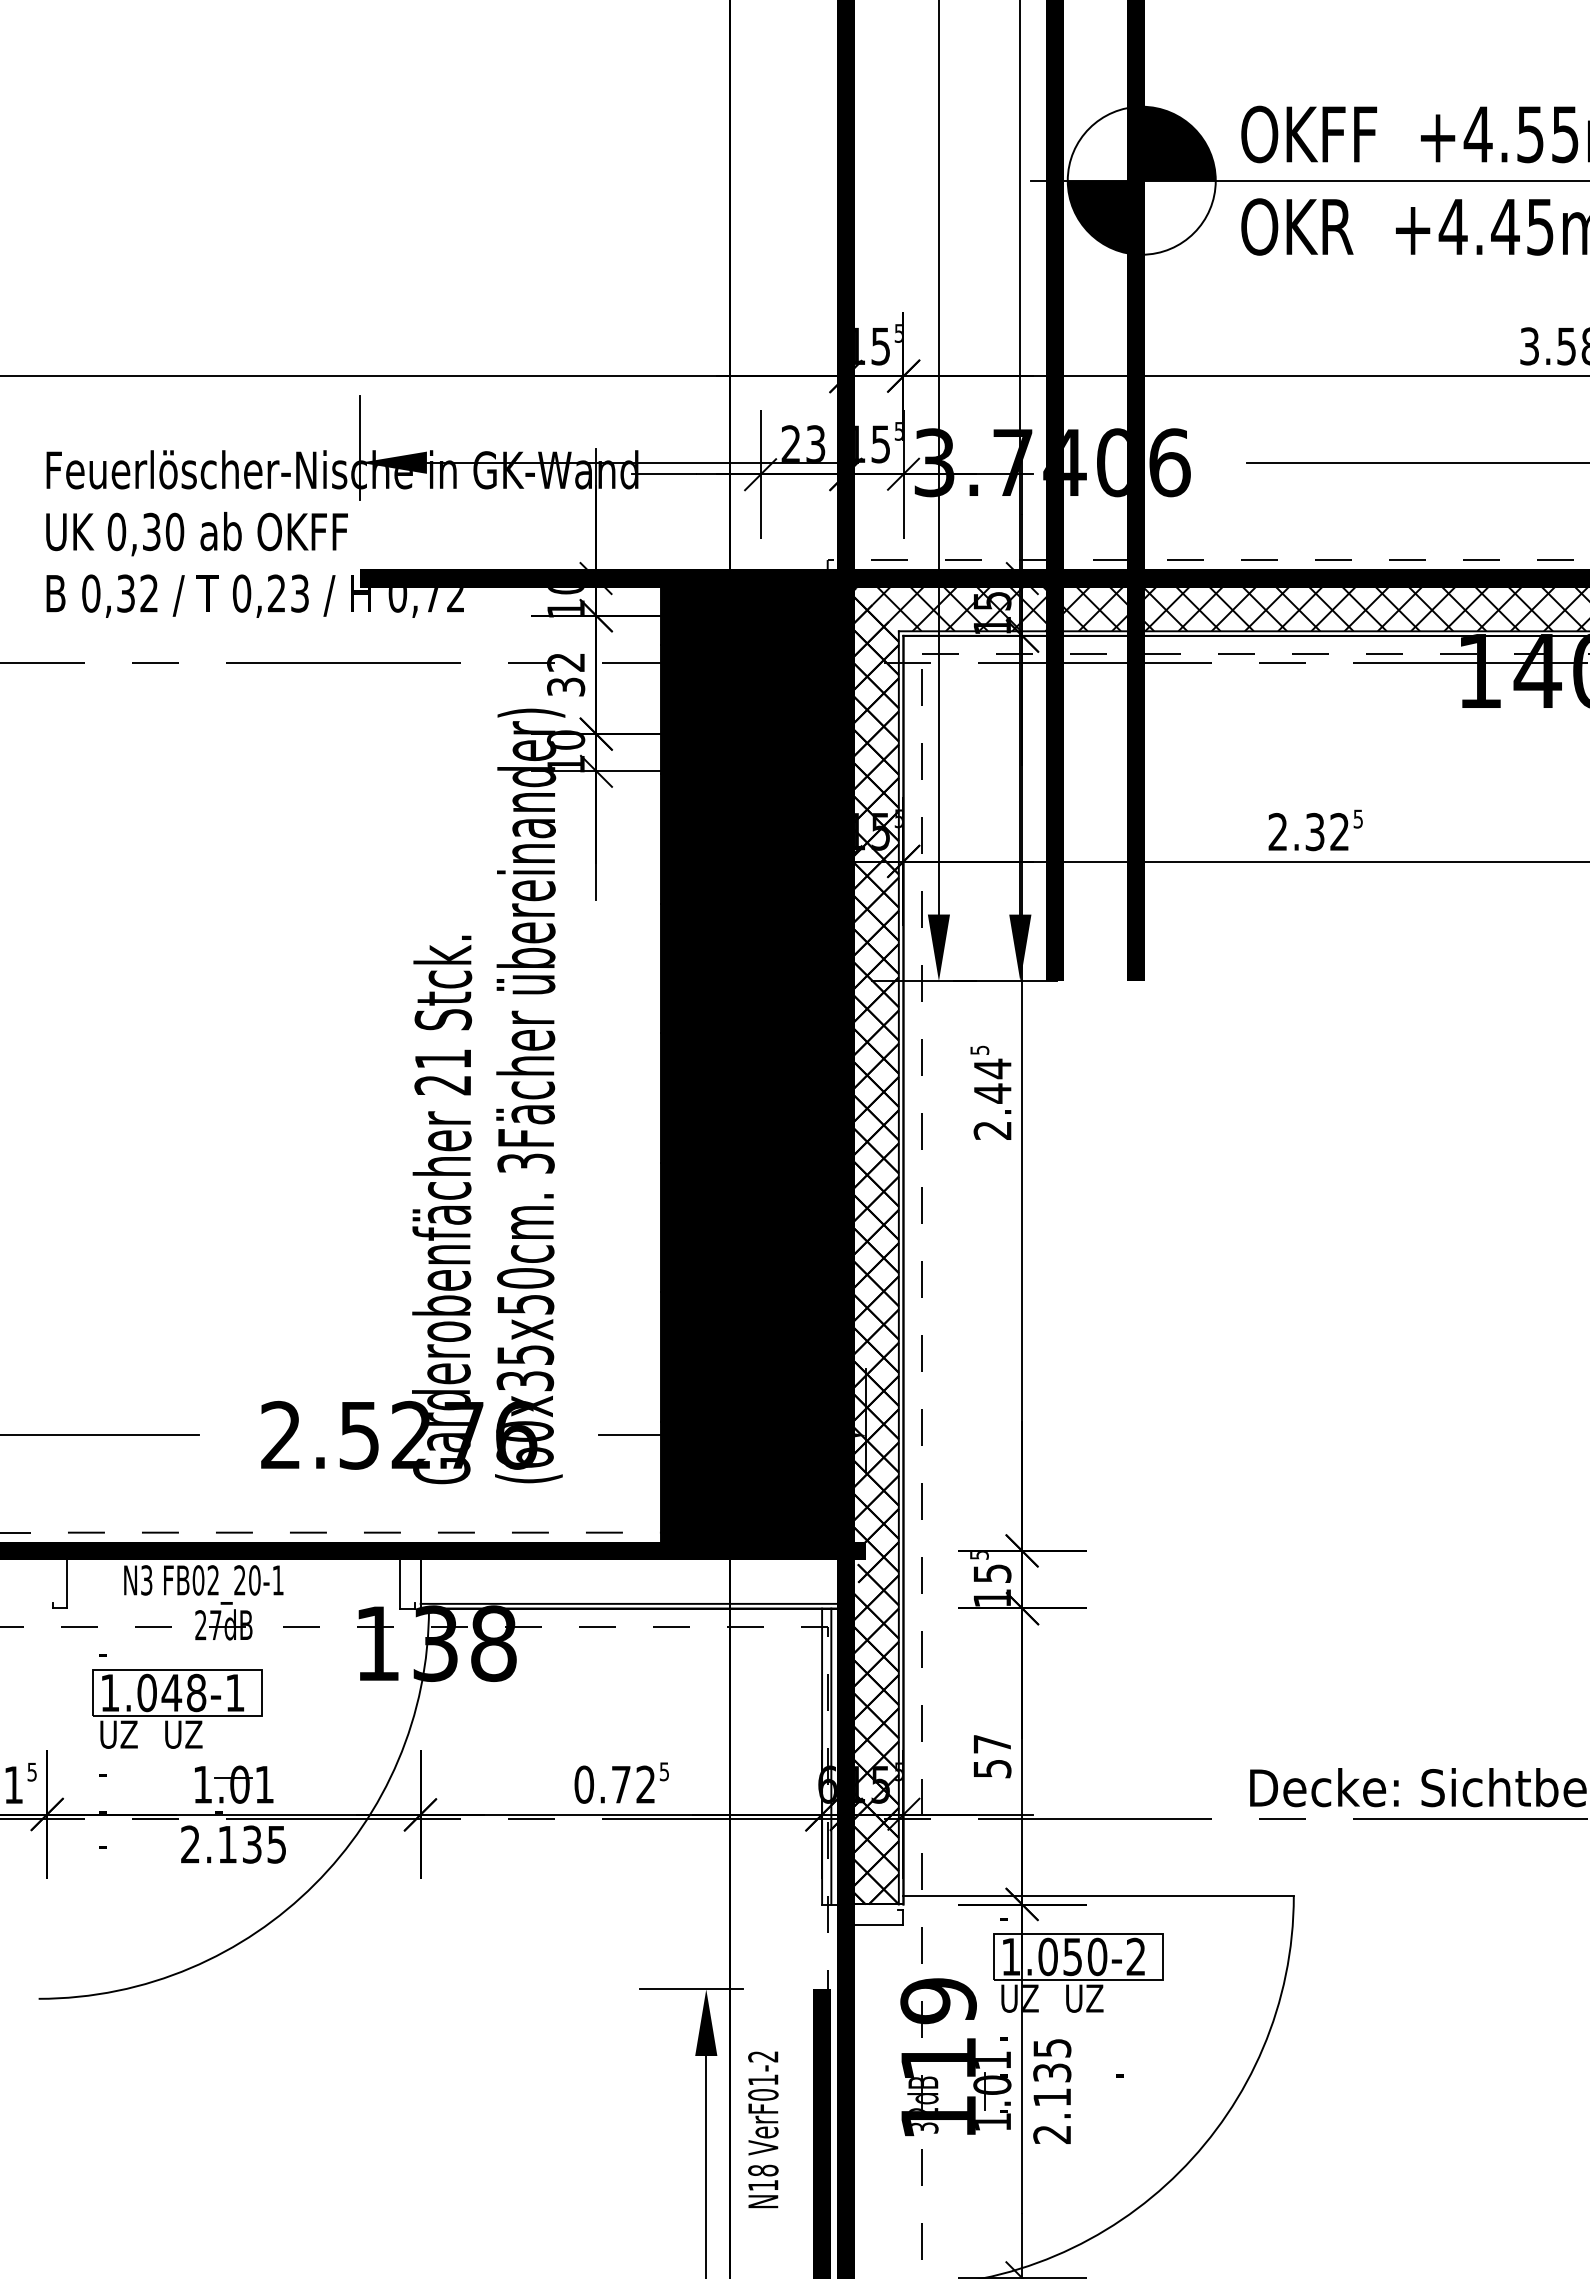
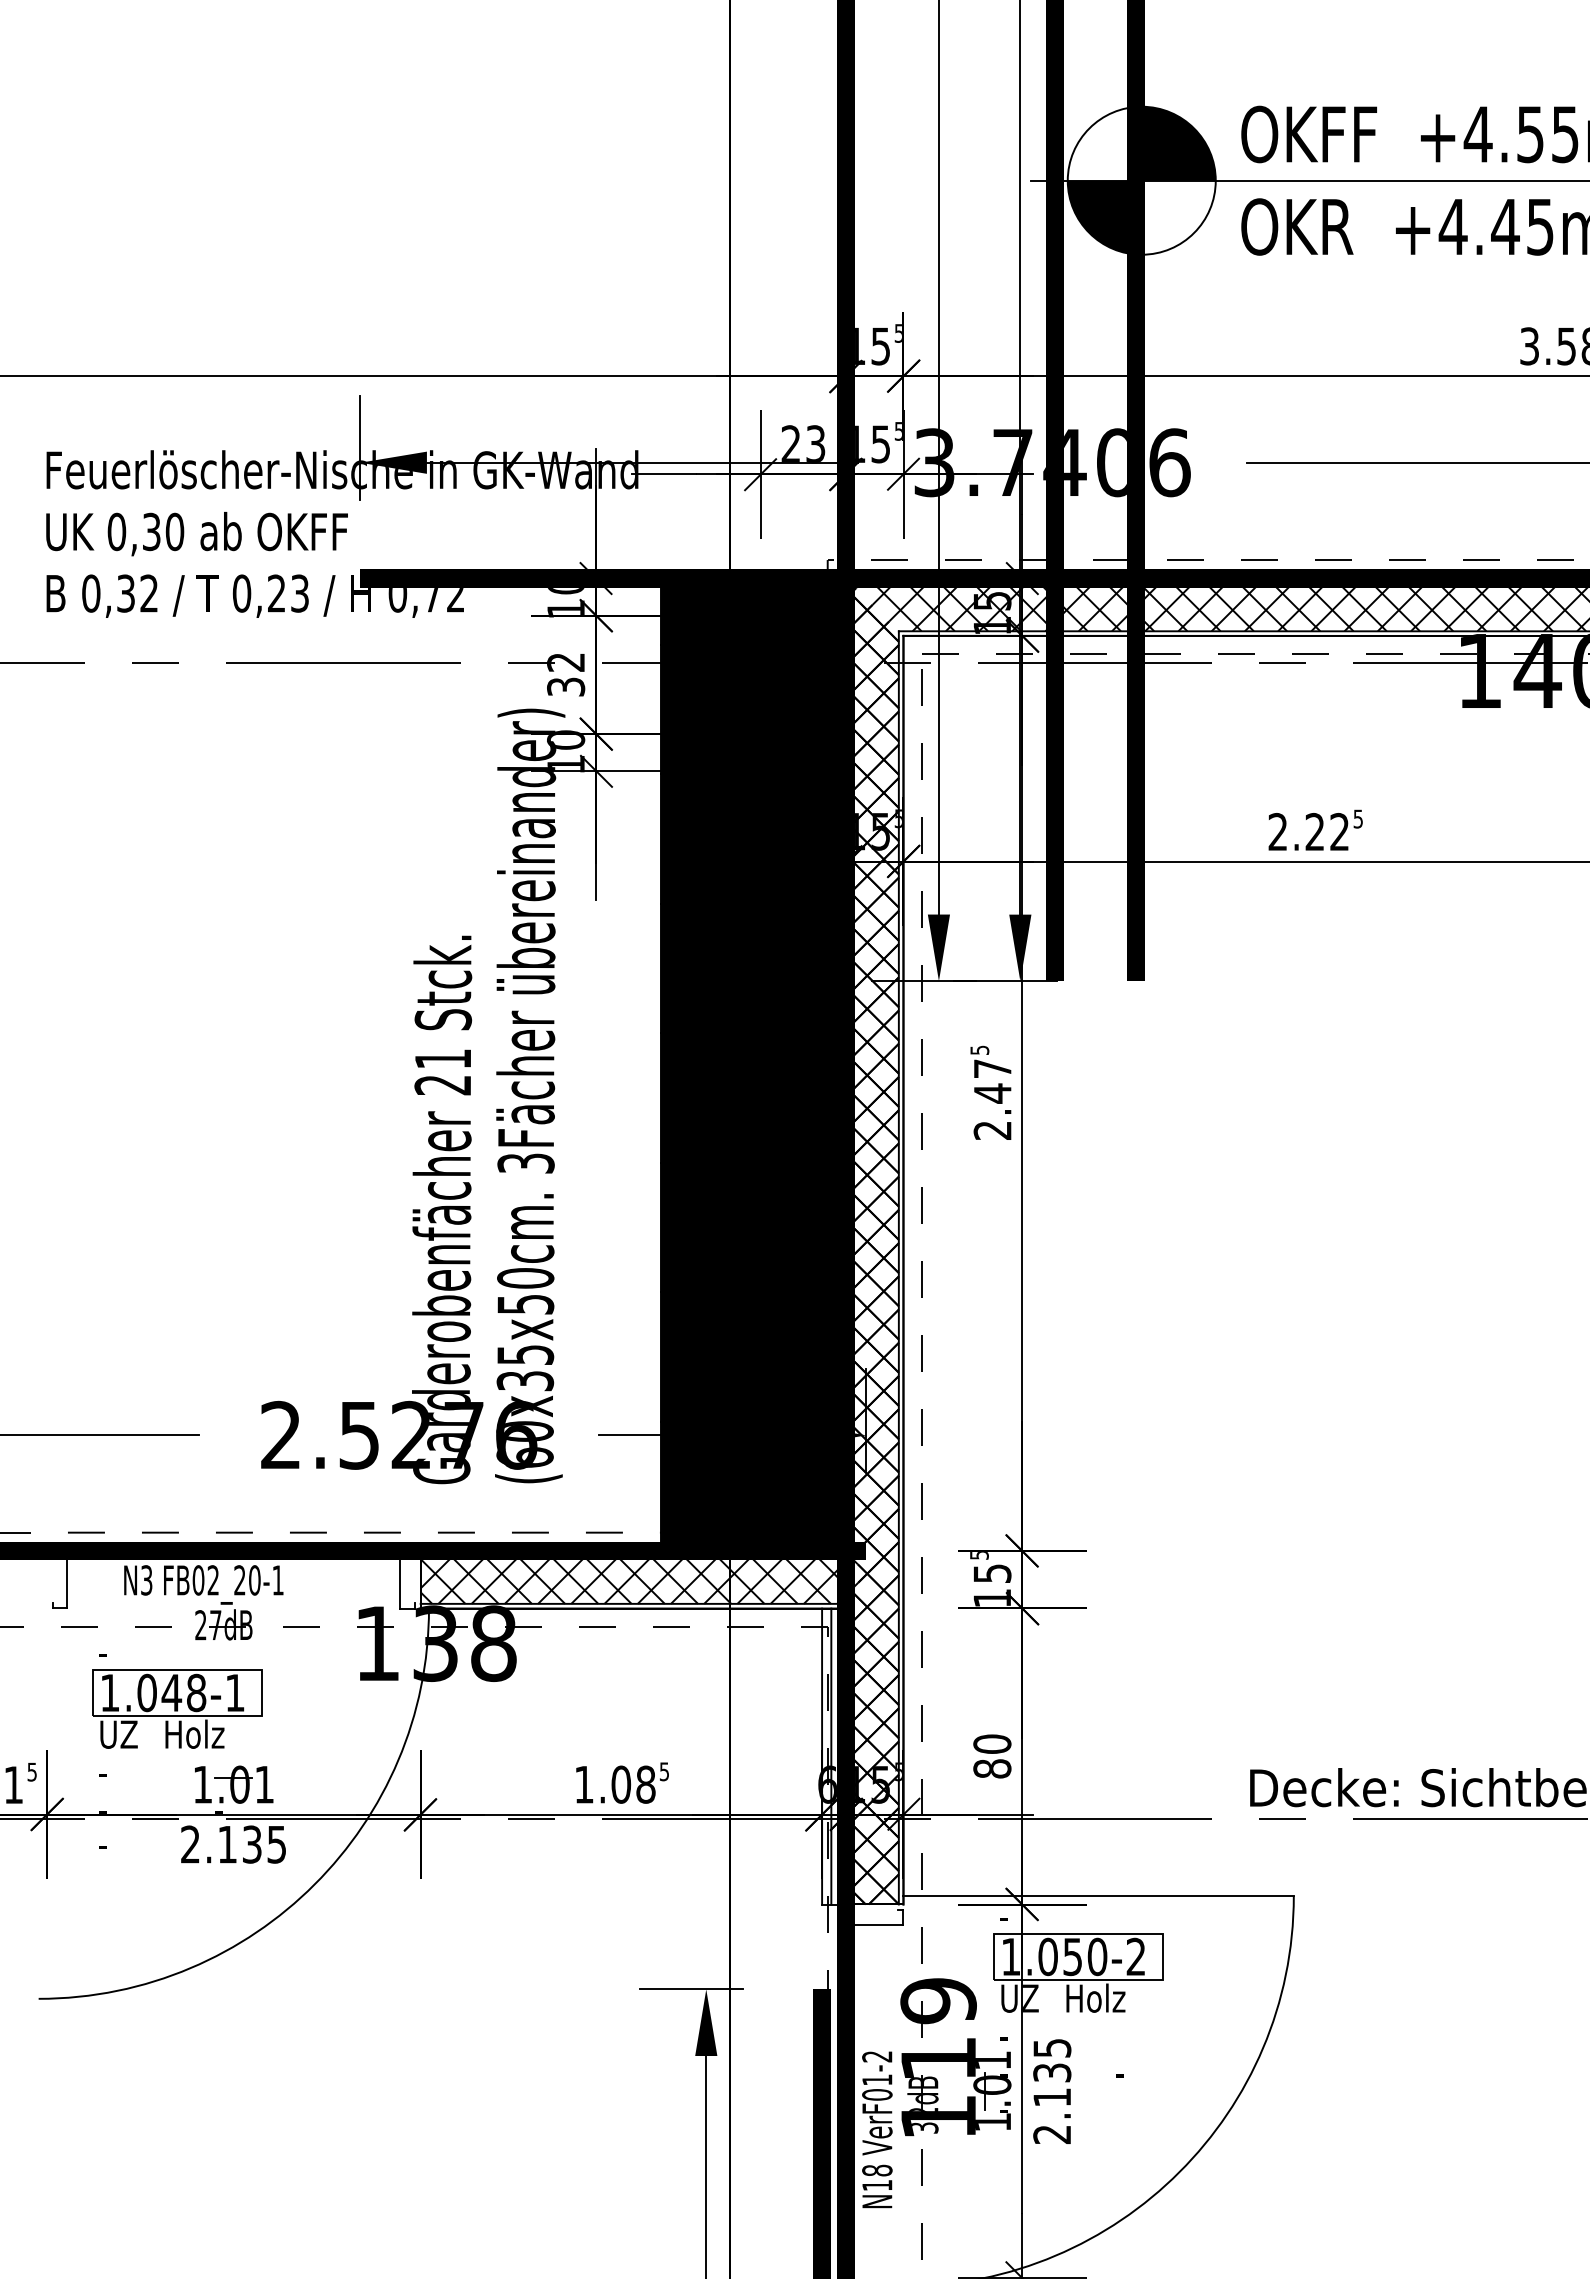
text at (1314, 832): 2.32 -> 2.22
text at (992, 1068): 2.44 -> 2.47
hatch at (639, 1579): none -> present
text at (194, 1733): UZ -> Holz
text at (992, 1756): 57 -> 80
text at (614, 1784): 0.72 -> 1.08
text at (1095, 1997): UZ -> Holz
text at (763, 2129) position: (763, 2129) -> (877, 2129)
